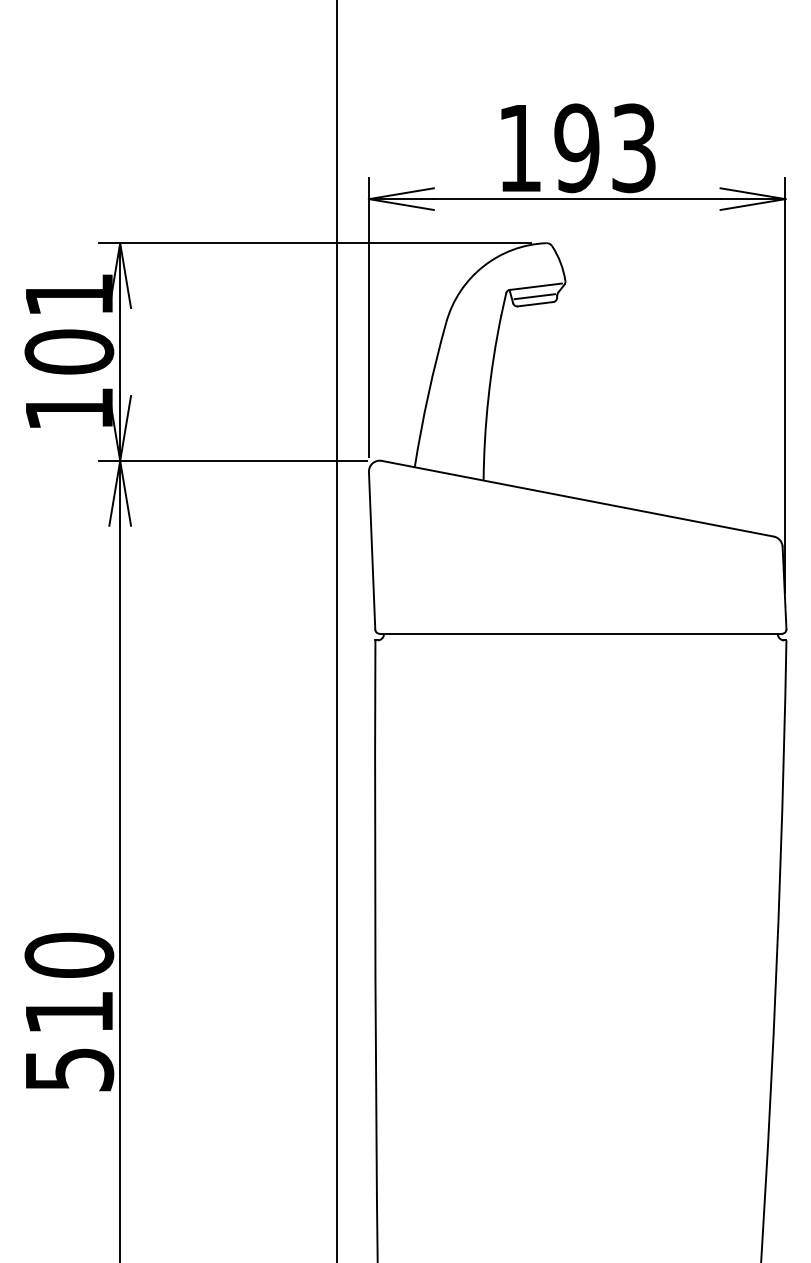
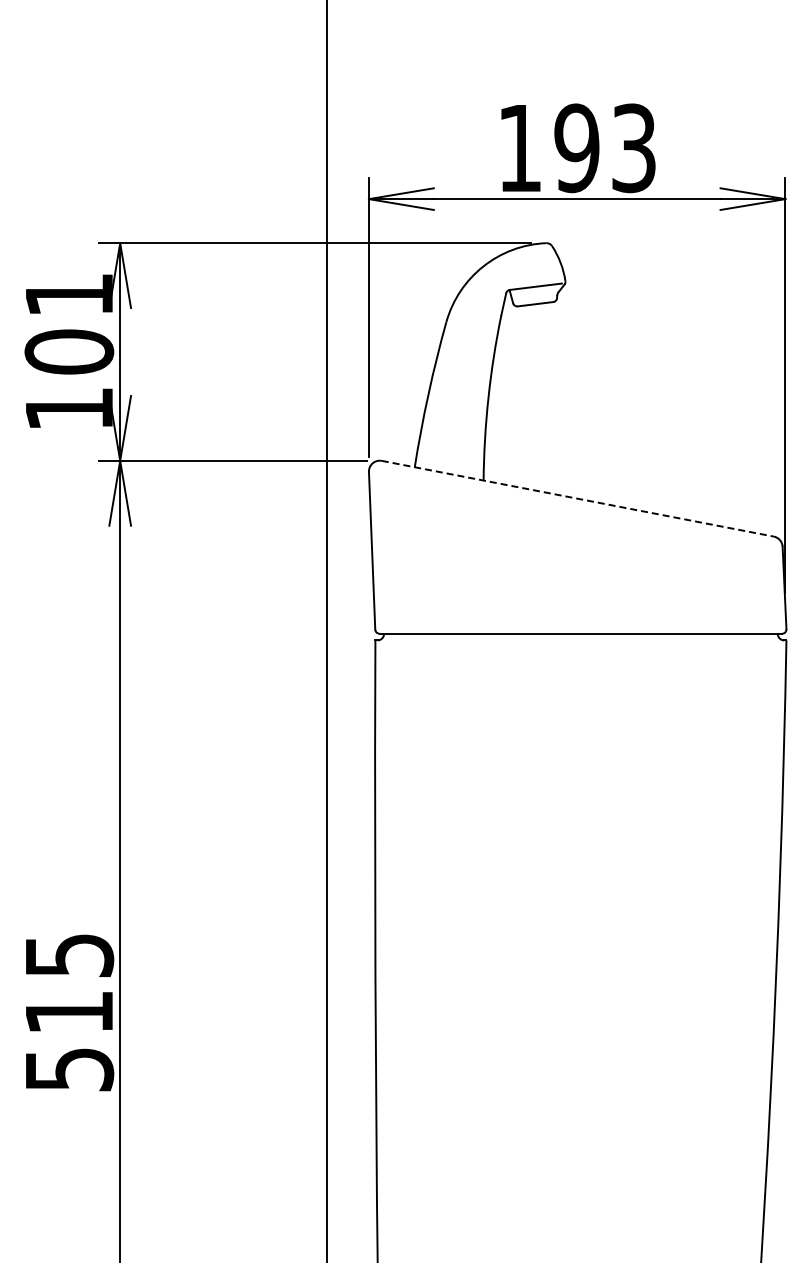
line at (534, 296): present -> none
line at (577, 498): solid -> dashed
line at (336, 630) position: (336, 630) -> (326, 630)
text at (69, 954): 510 -> 515
